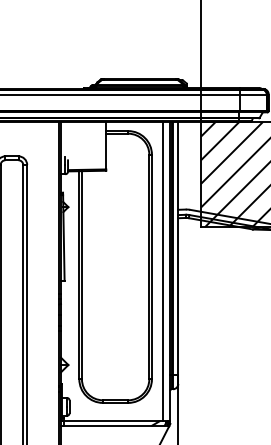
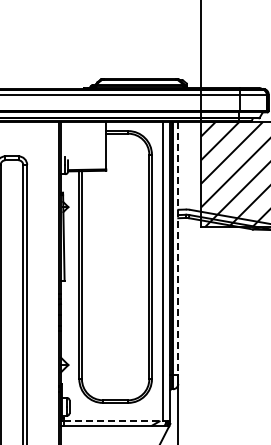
line at (178, 248): solid -> dashed
line at (113, 421): solid -> dashed
